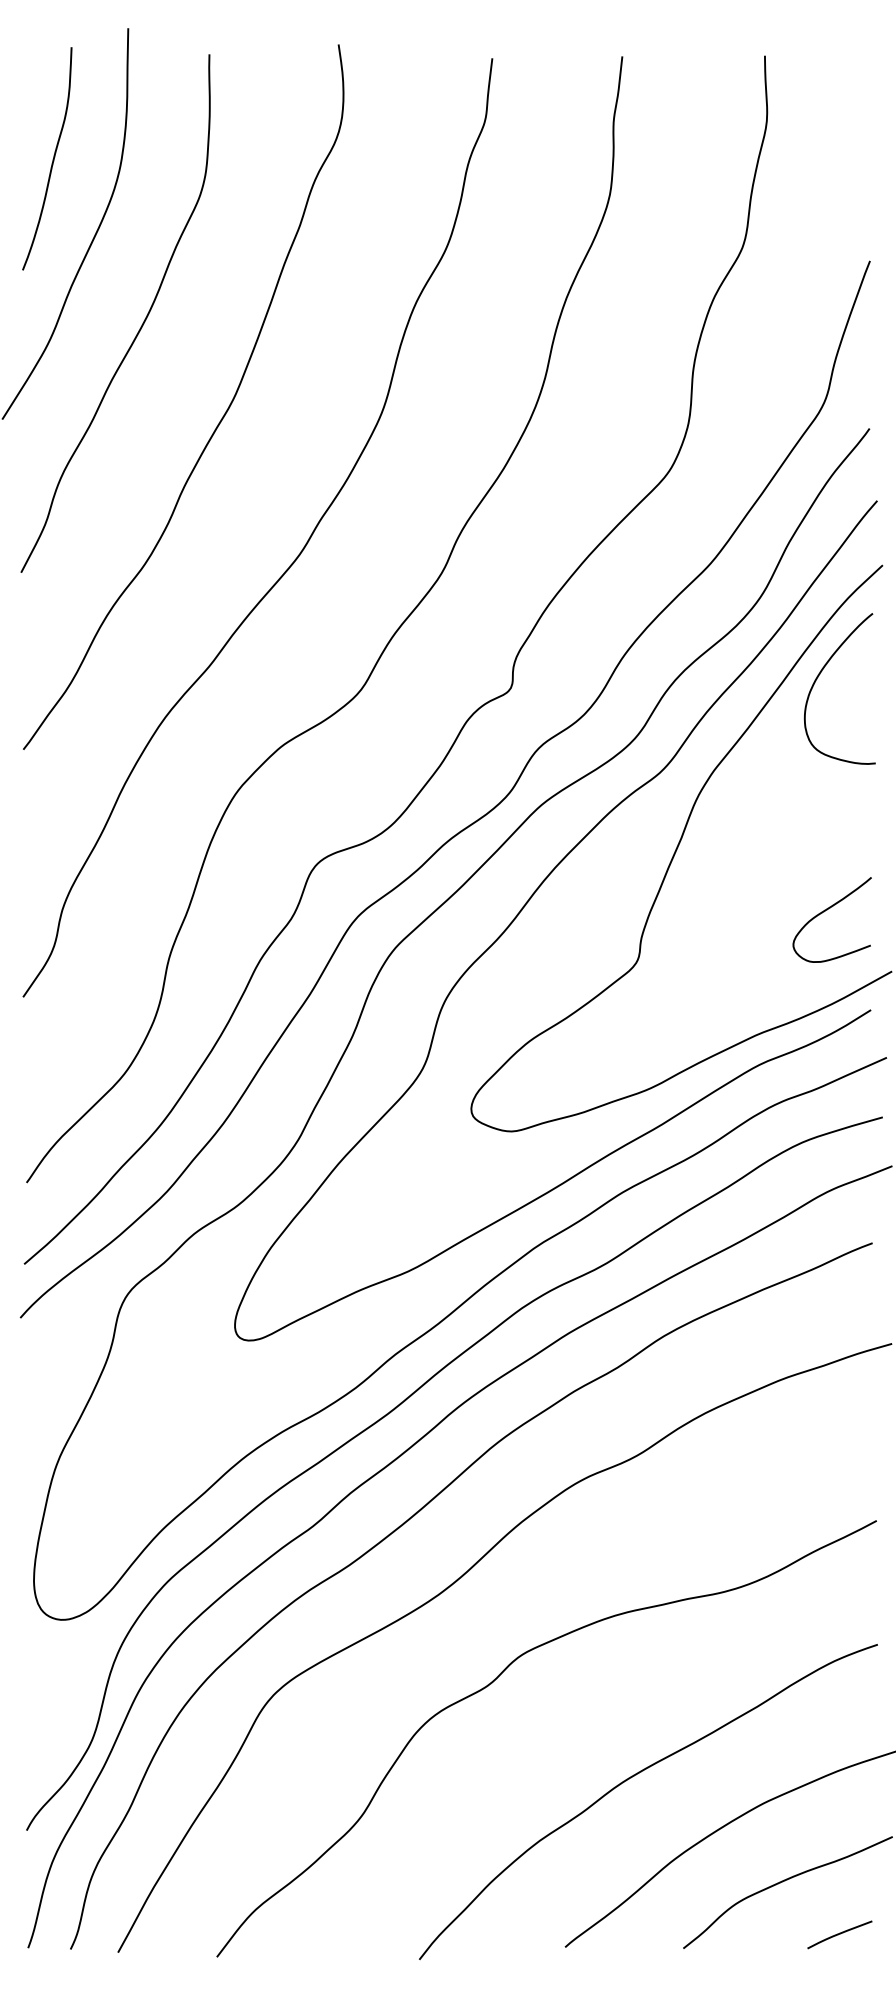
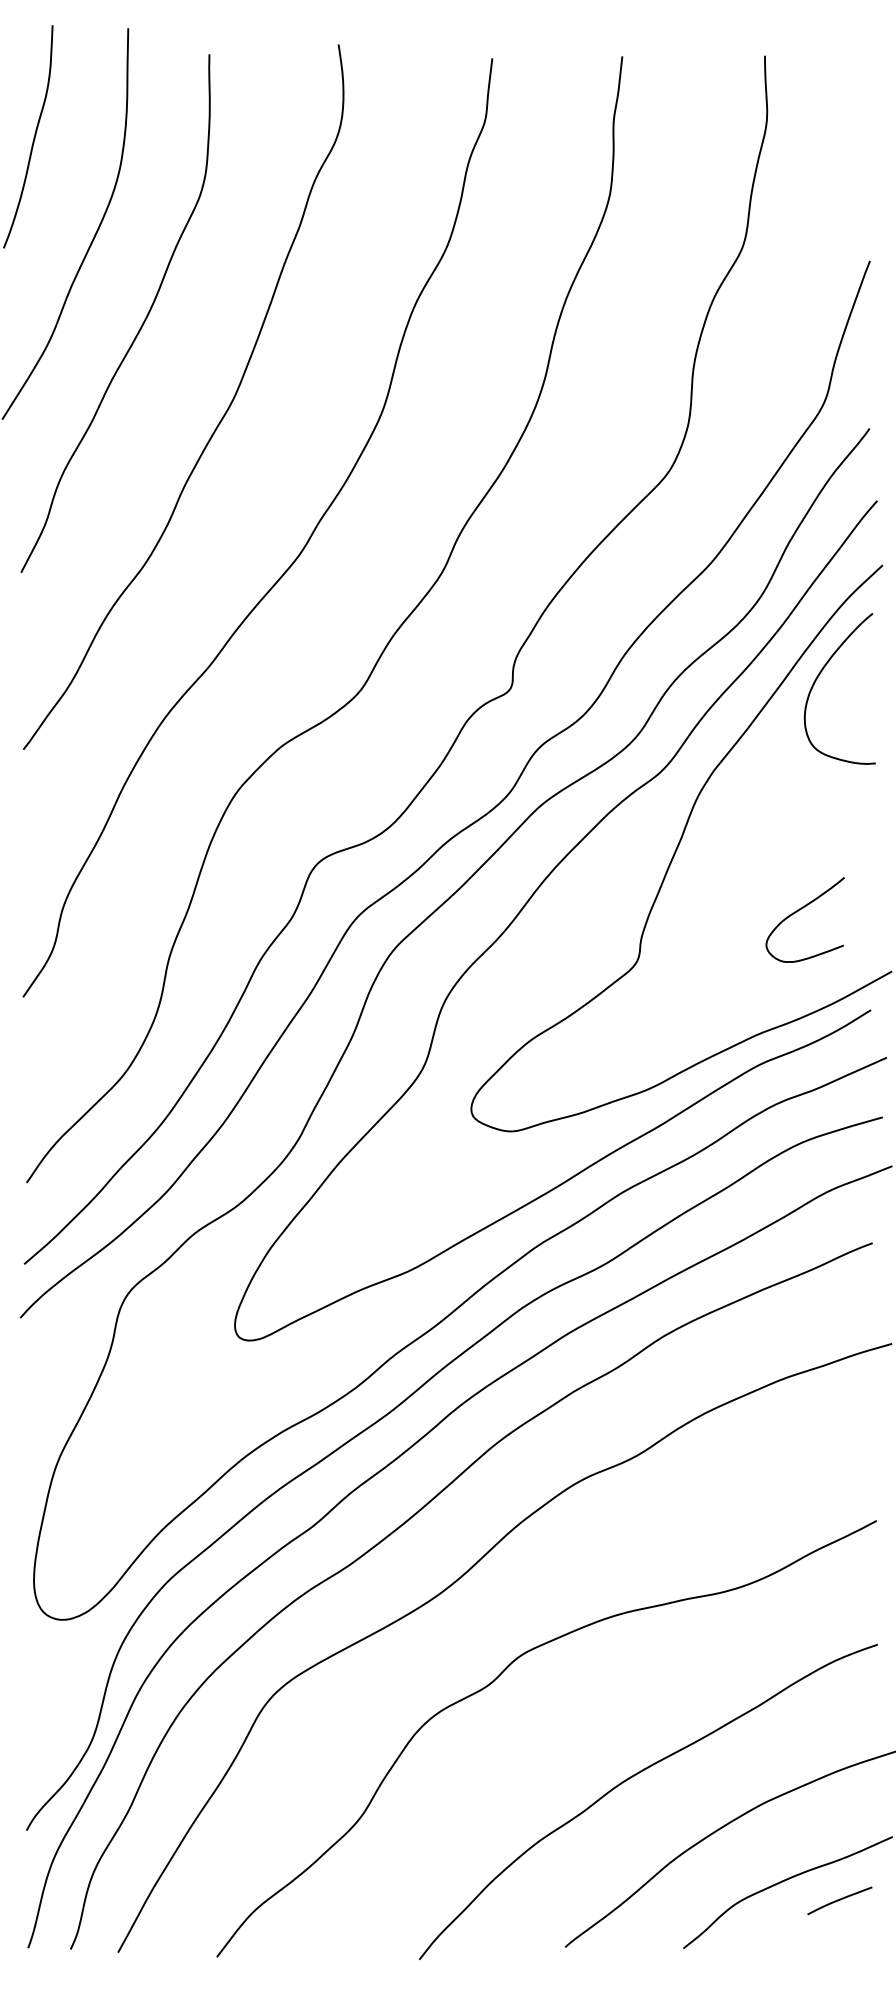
curve at (52, 159) position: (52, 159) -> (33, 137)
curve at (827, 910) position: (827, 910) -> (800, 910)
curve at (839, 1934) position: (839, 1934) -> (839, 1900)
